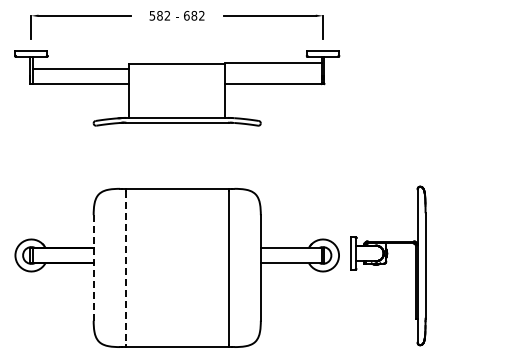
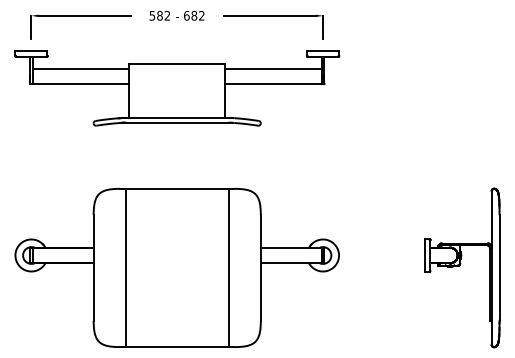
line at (273, 62) position: (273, 62) -> (273, 68)
part at (388, 265) position: (388, 265) -> (462, 267)
line at (93, 267): dashed -> solid
line at (125, 267): dashed -> solid
